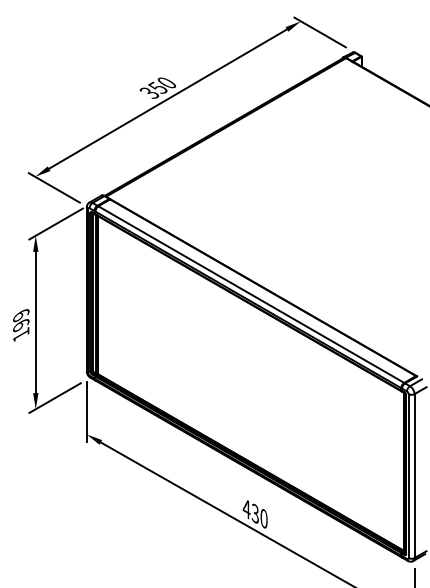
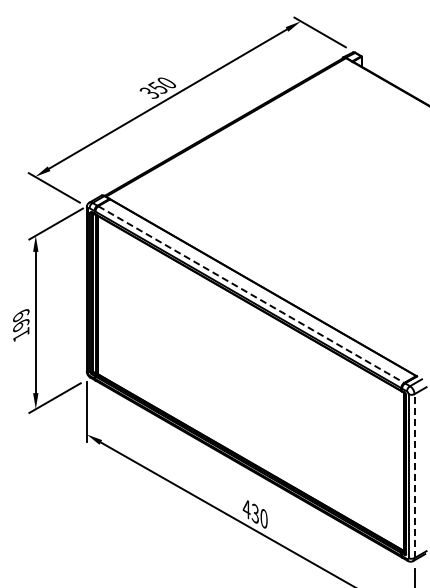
line at (251, 294): solid -> dashed
line at (414, 476): solid -> dashed
